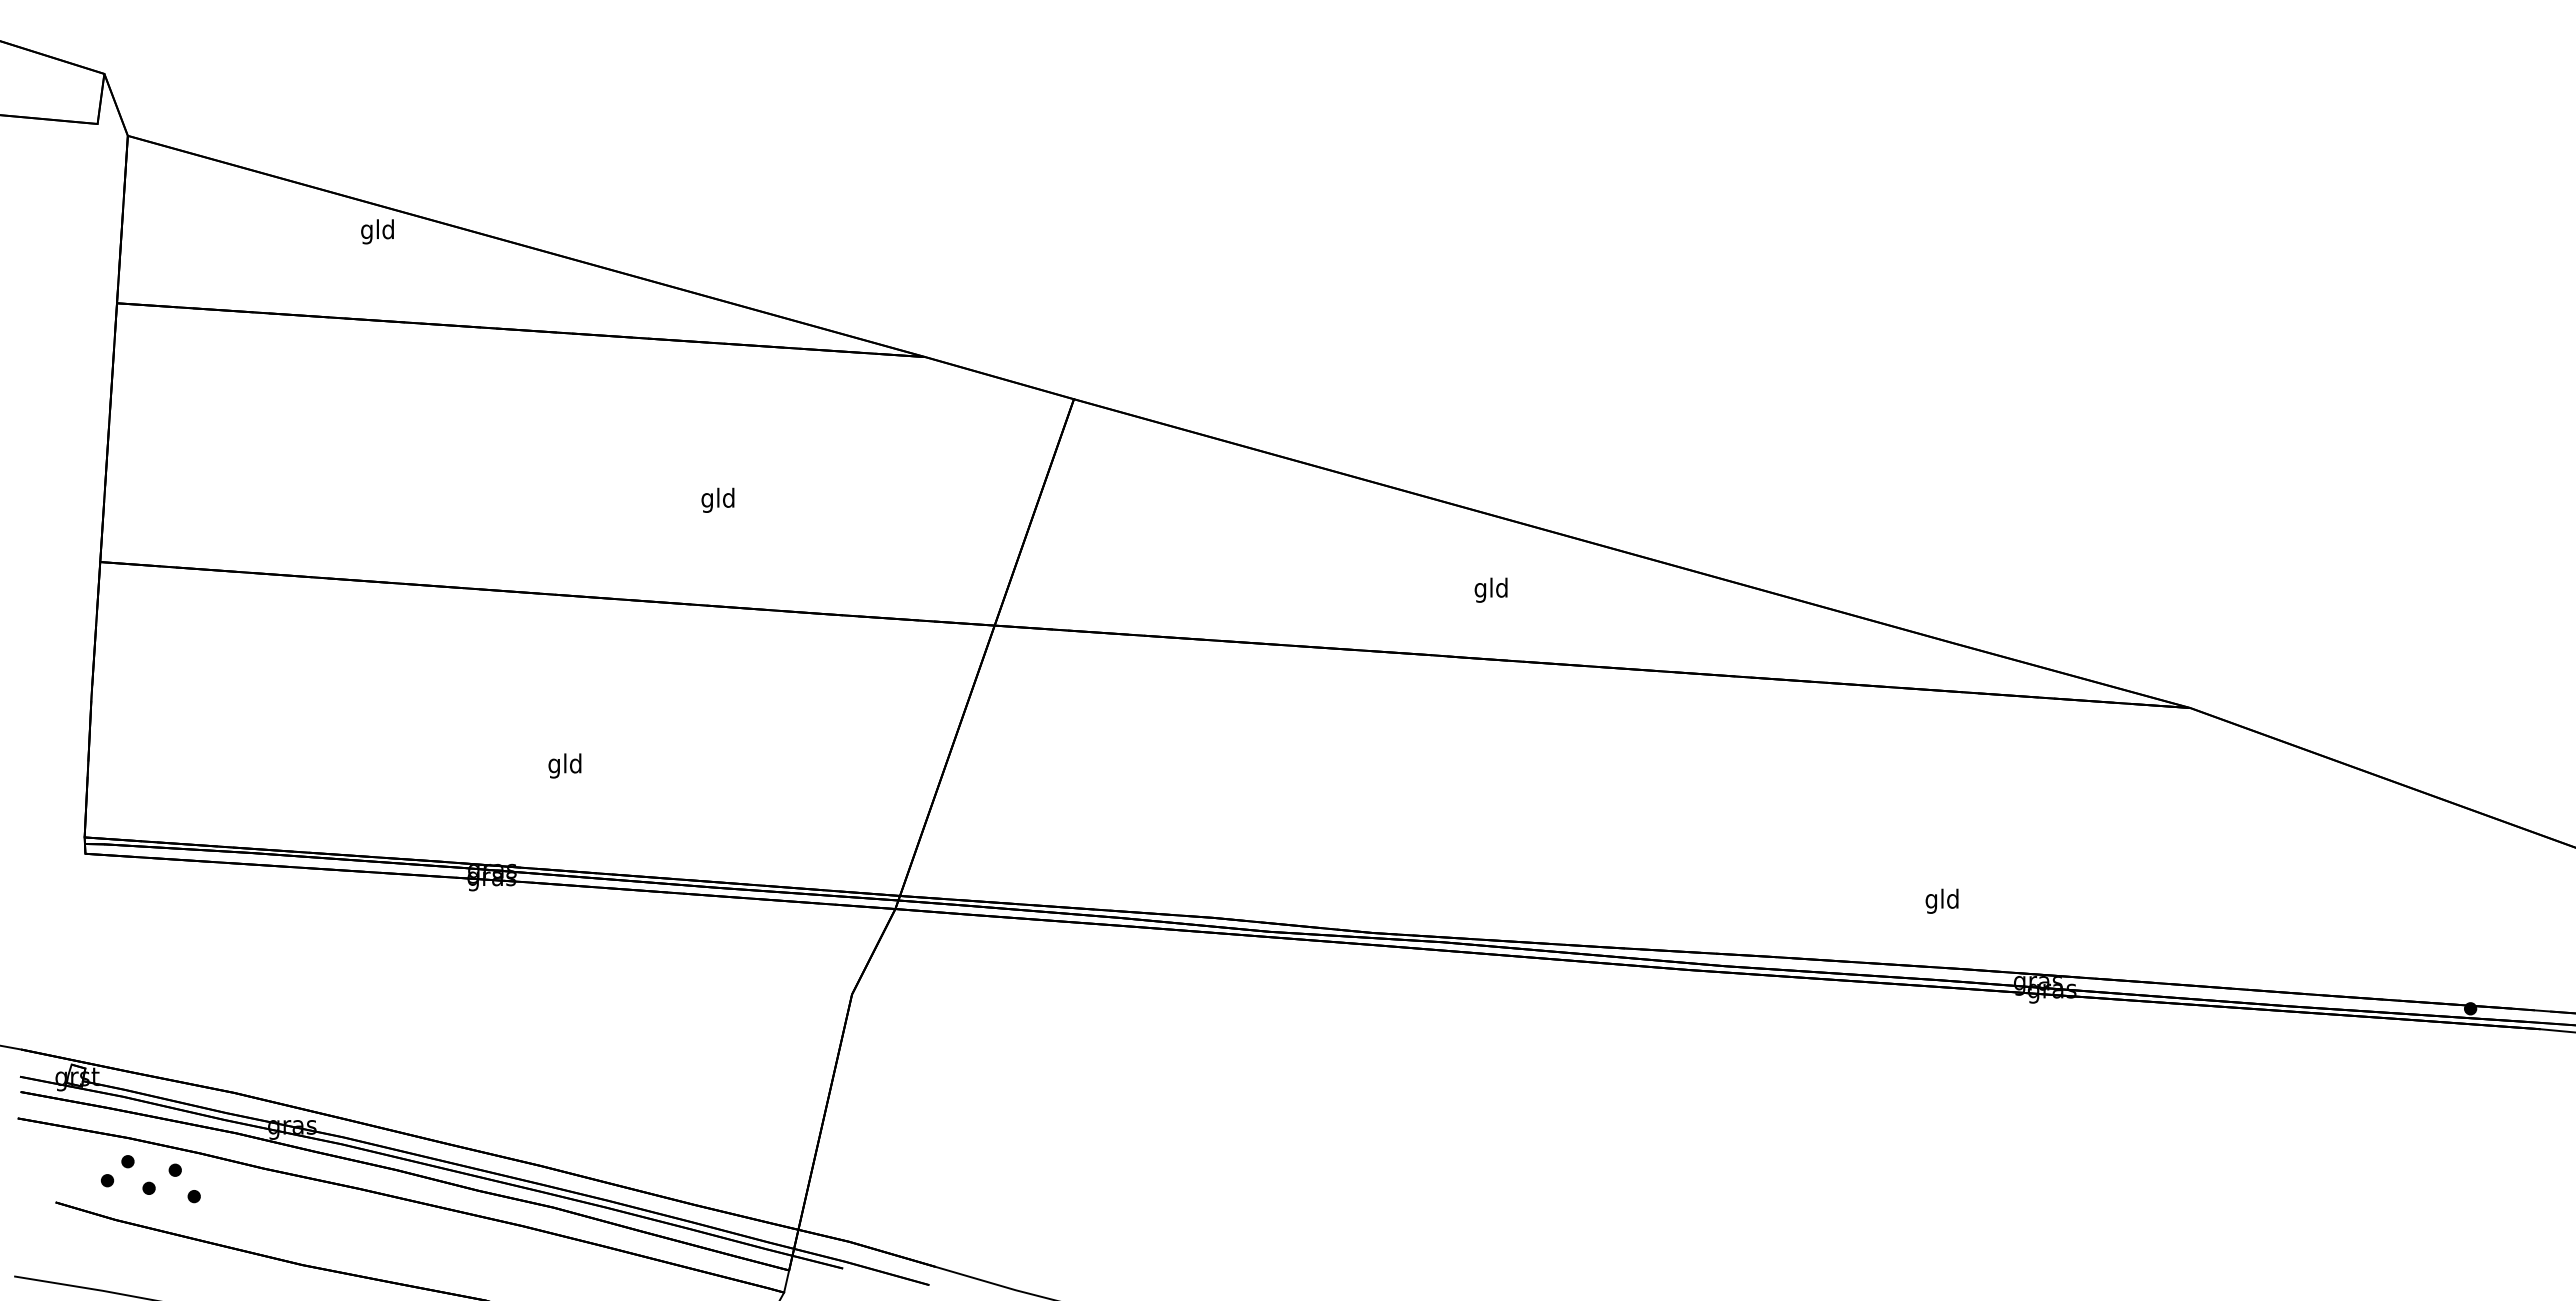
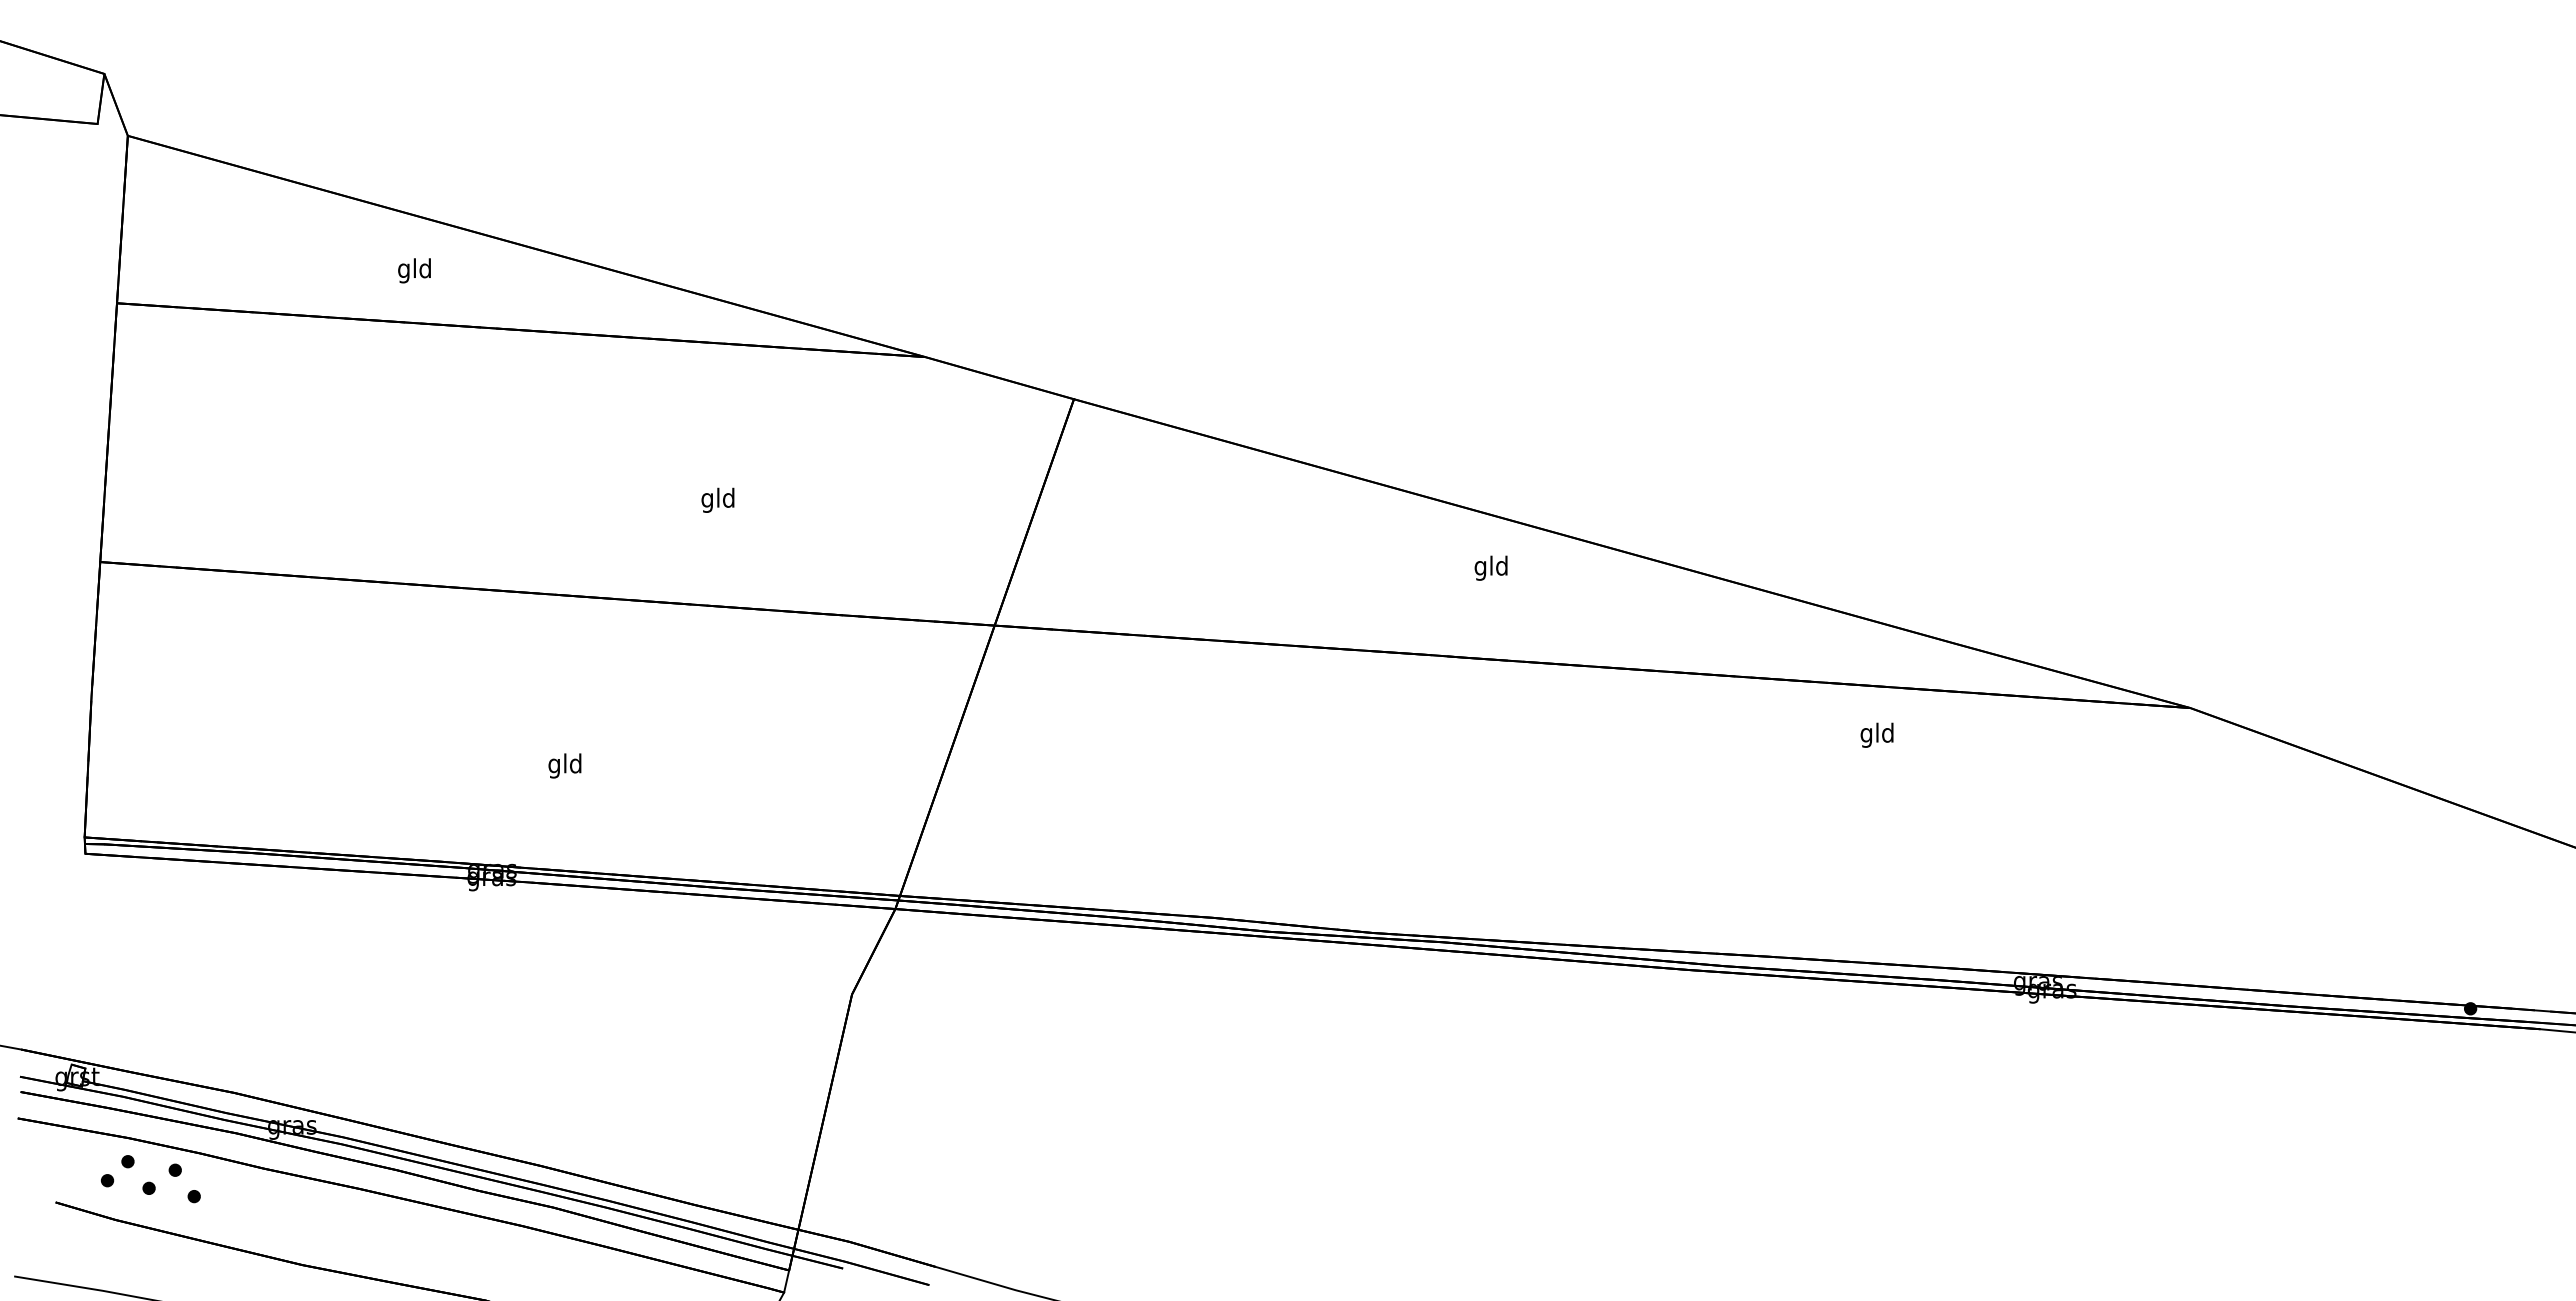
text at (377, 231) position: (377, 231) -> (414, 270)
text at (1490, 589) position: (1490, 589) -> (1490, 567)
text at (1941, 900) position: (1941, 900) -> (1876, 734)
